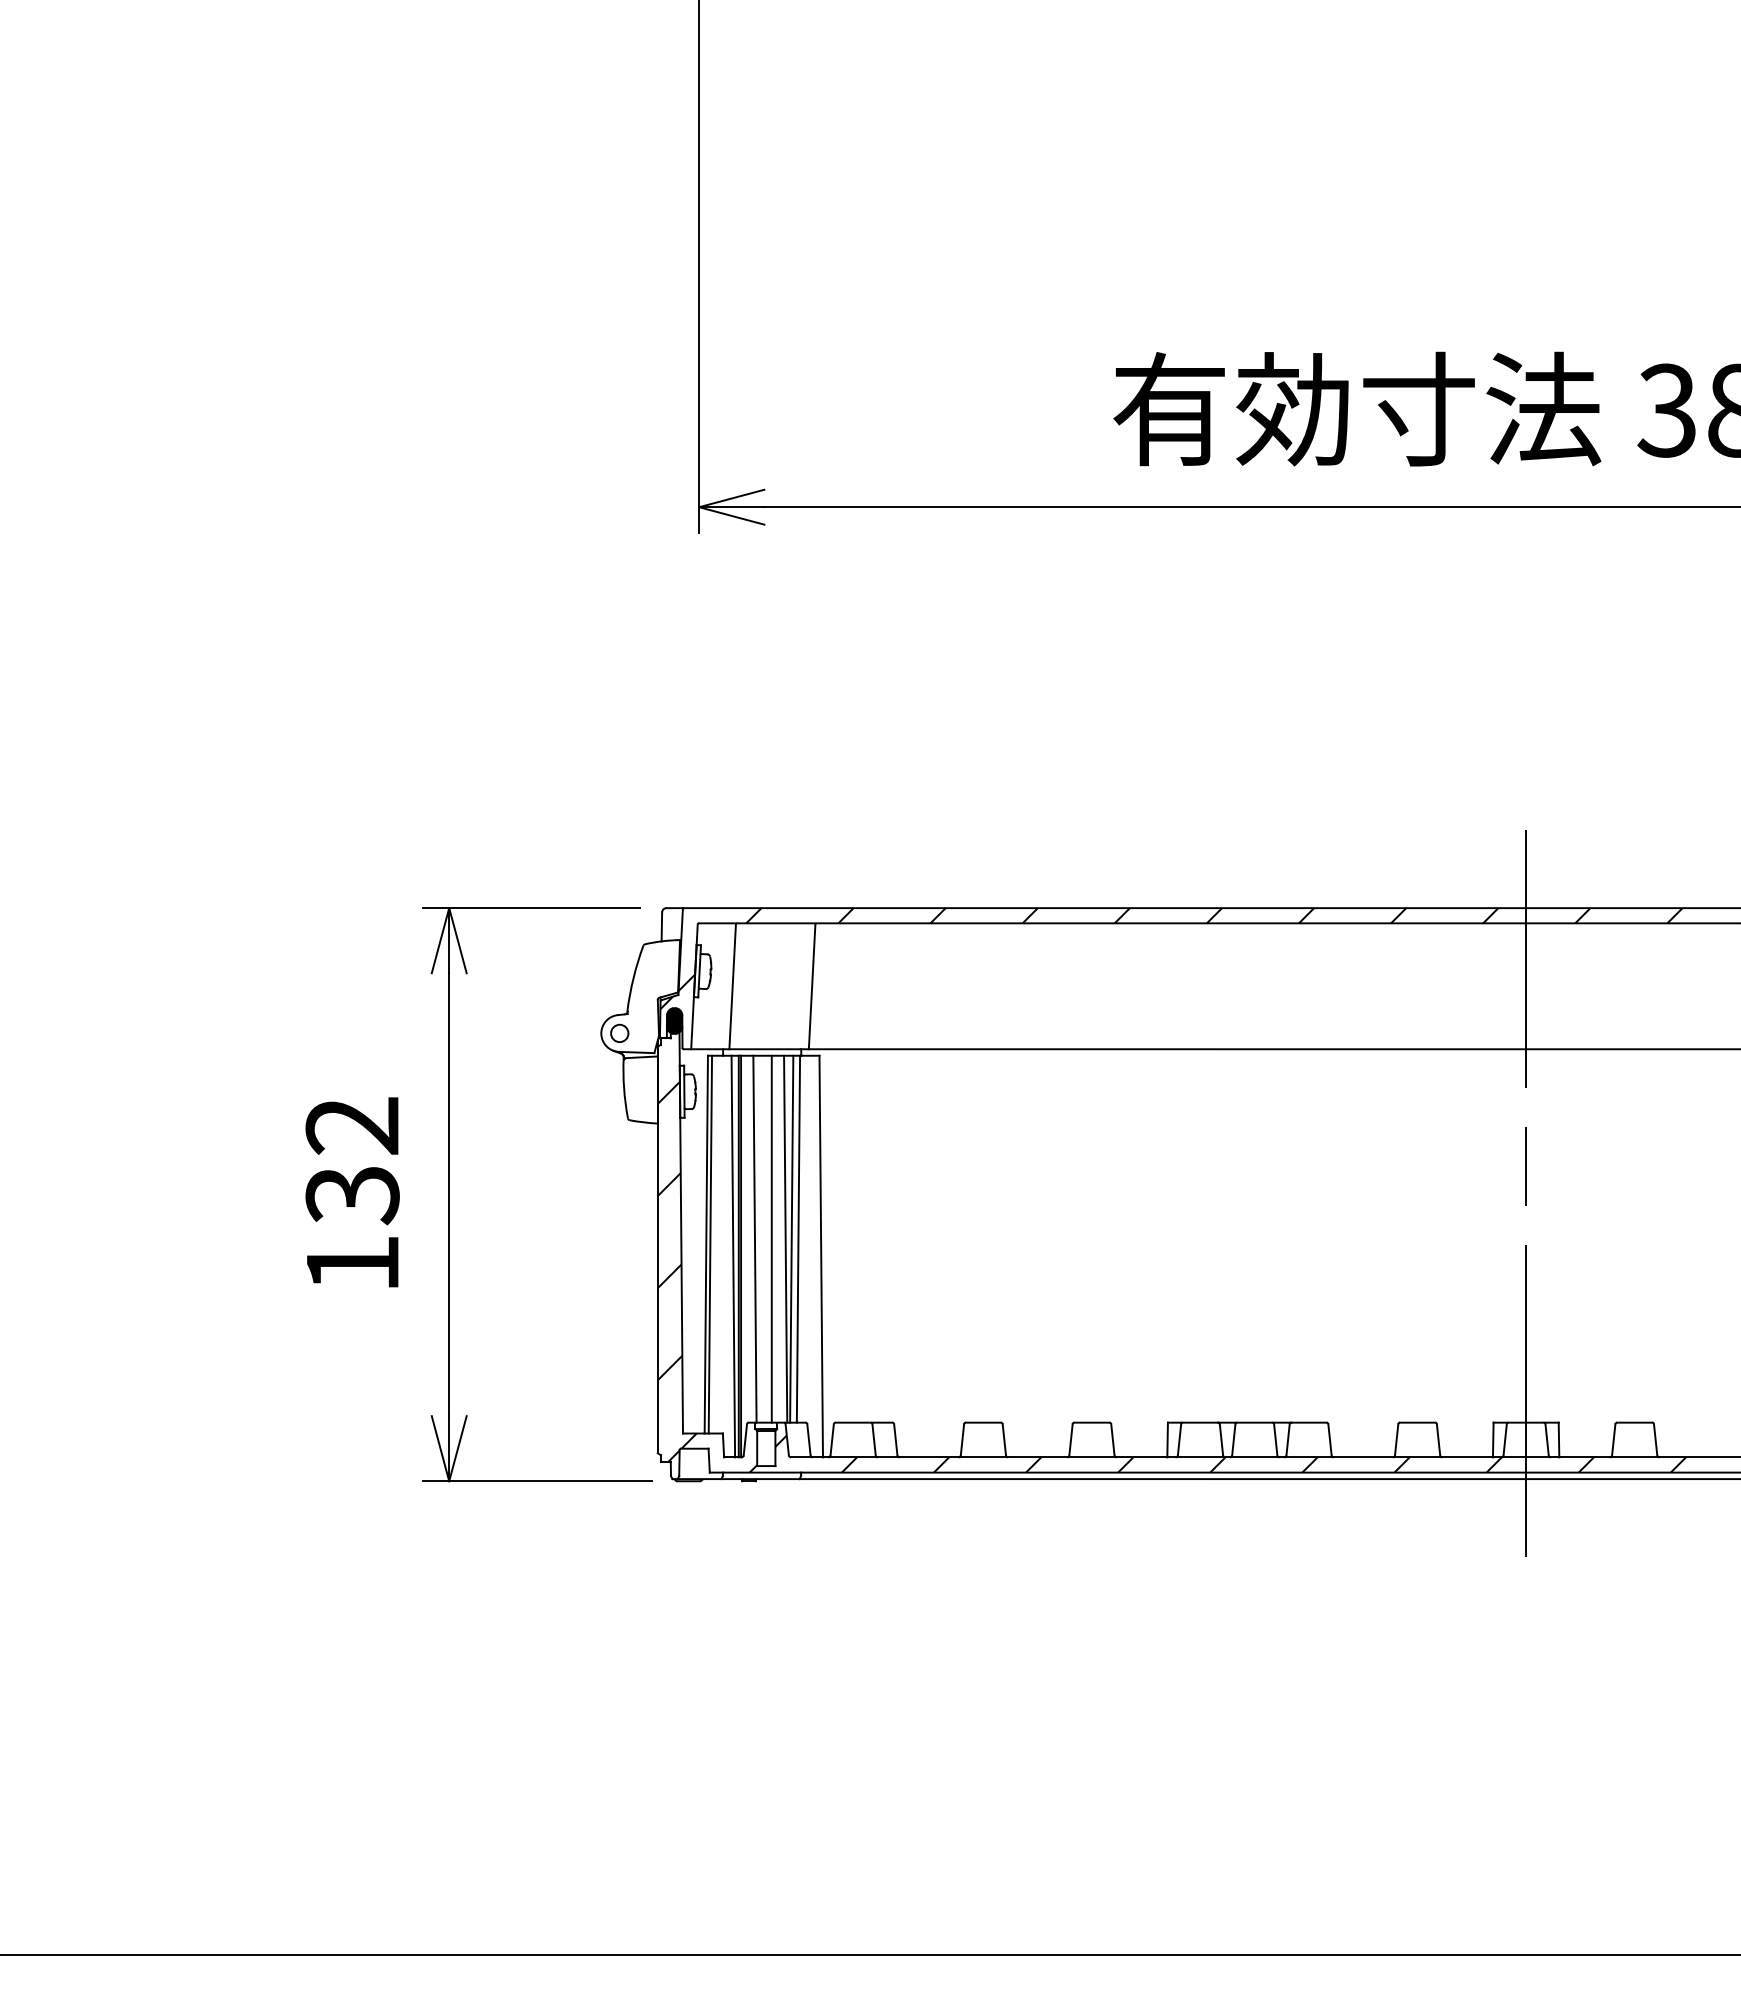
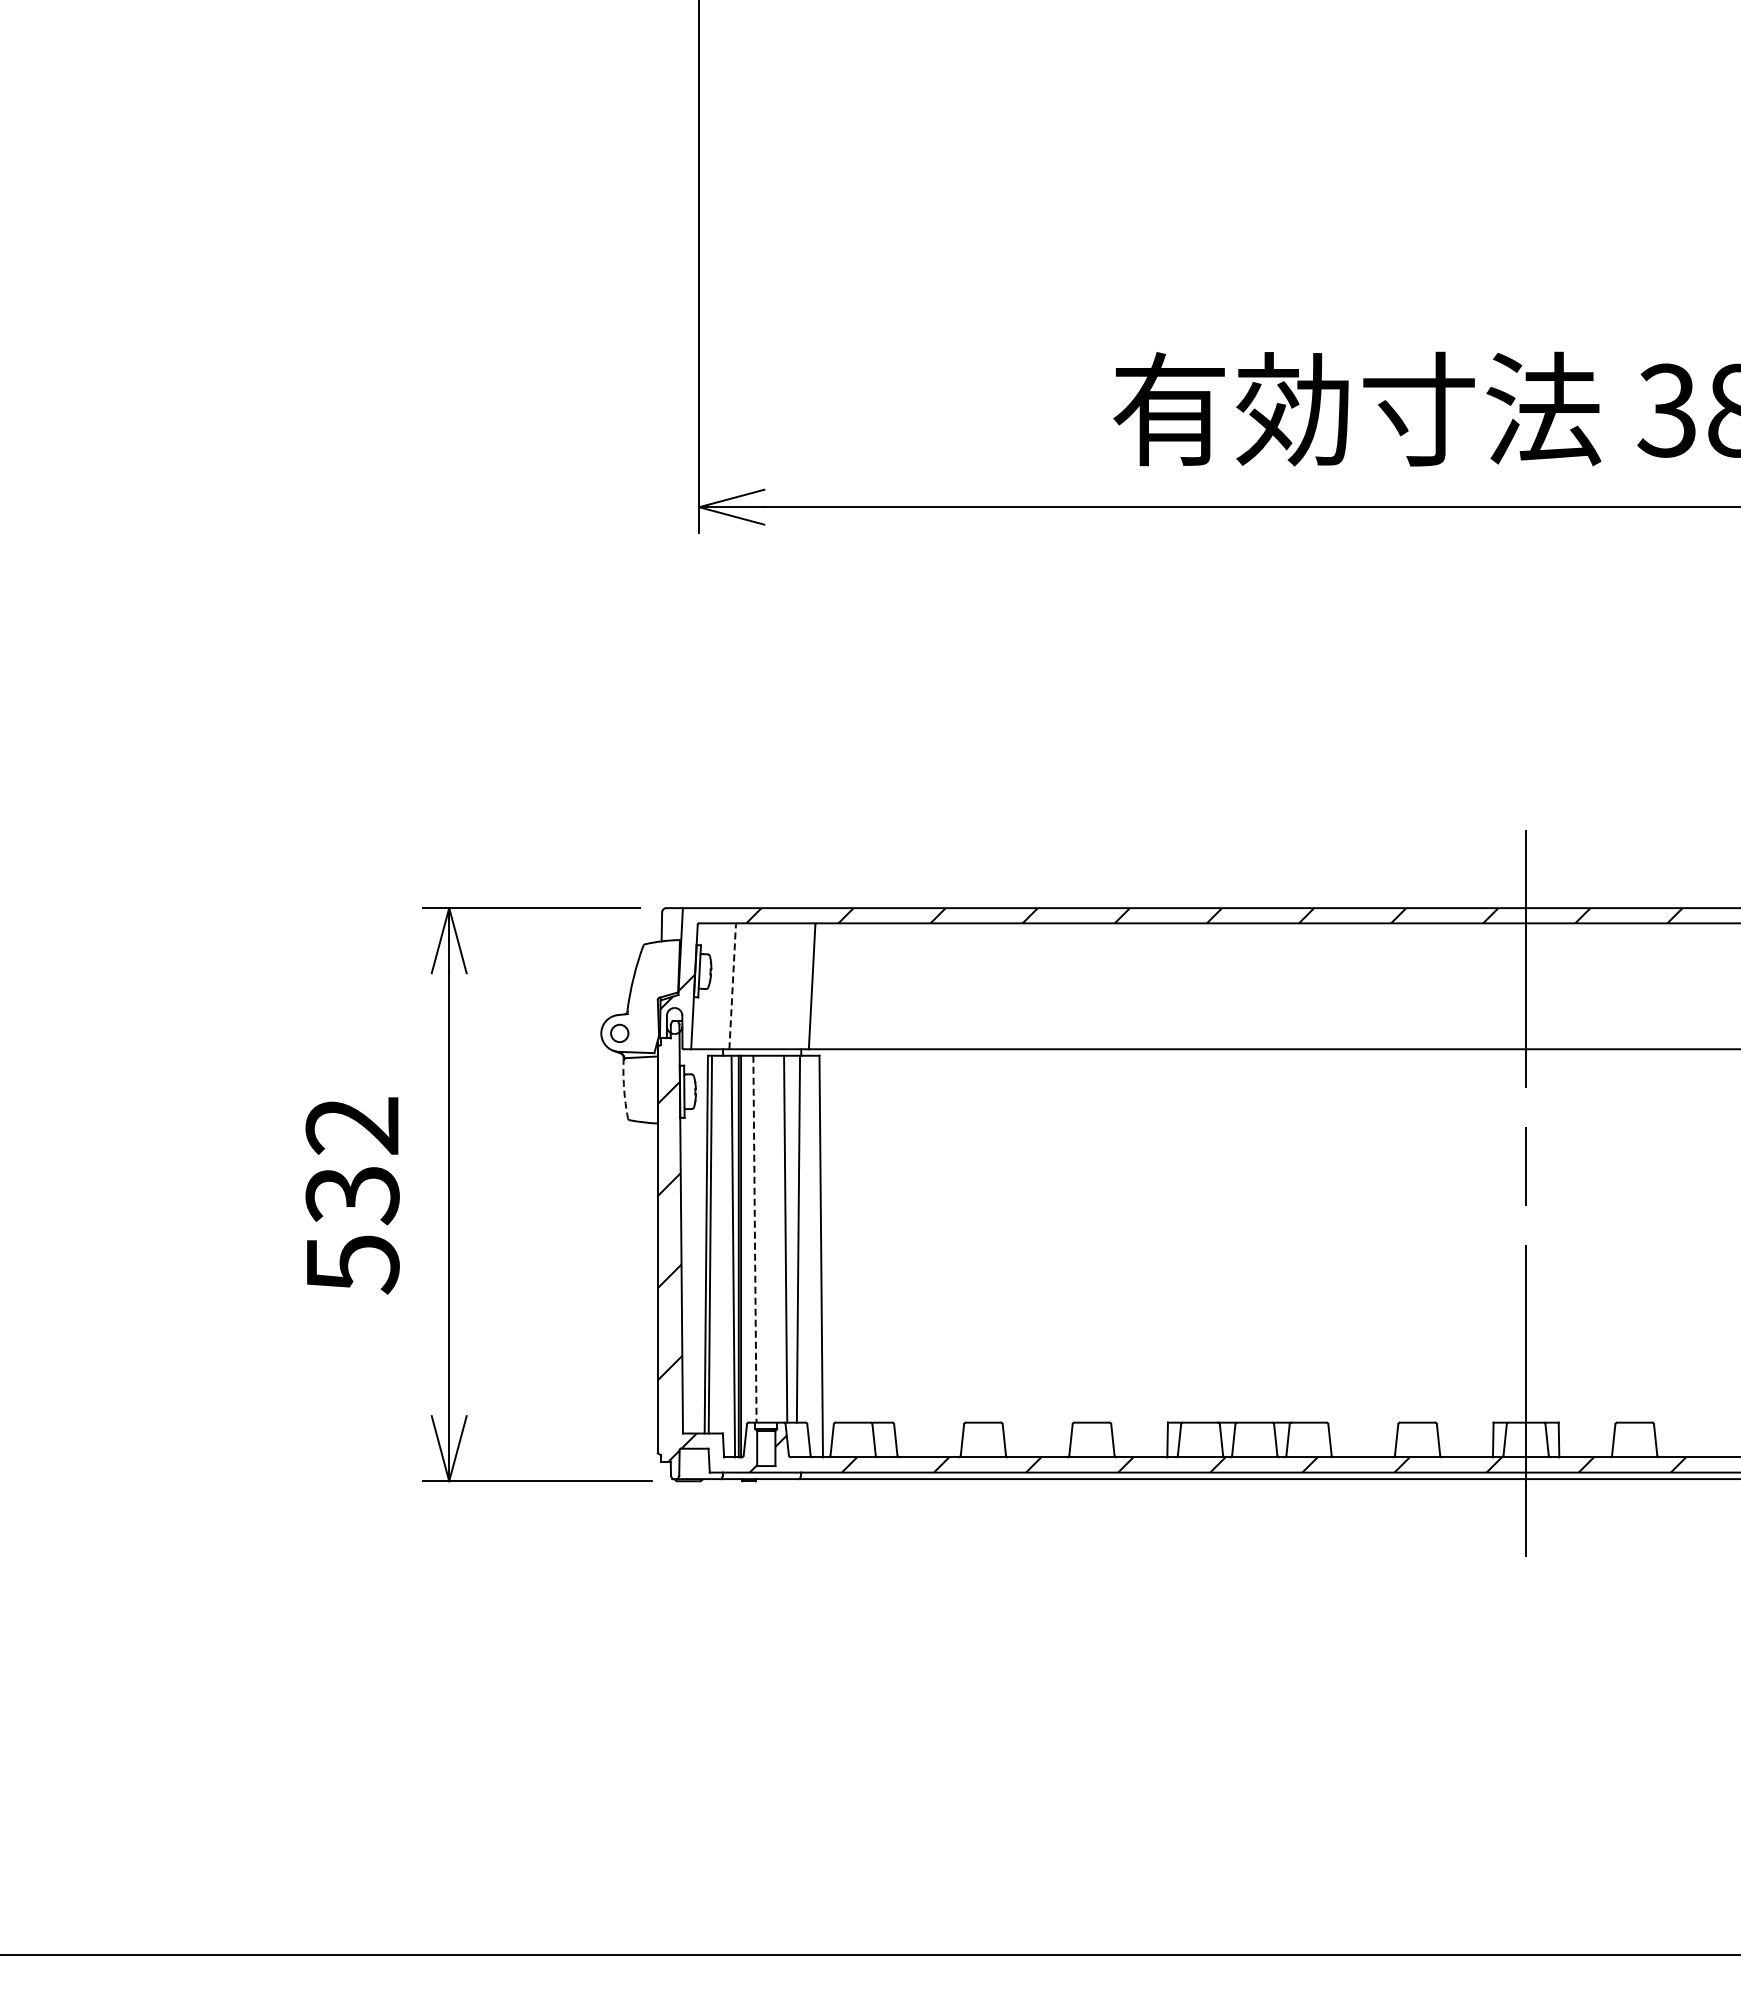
line at (732, 986): solid -> dashed
fill at (674, 1021): present -> none
arc at (624, 1088): solid -> dashed
line at (771, 1238): present -> none
line at (791, 1238): present -> none
line at (754, 1239): solid -> dashed
text at (353, 1264): 132 -> 532
